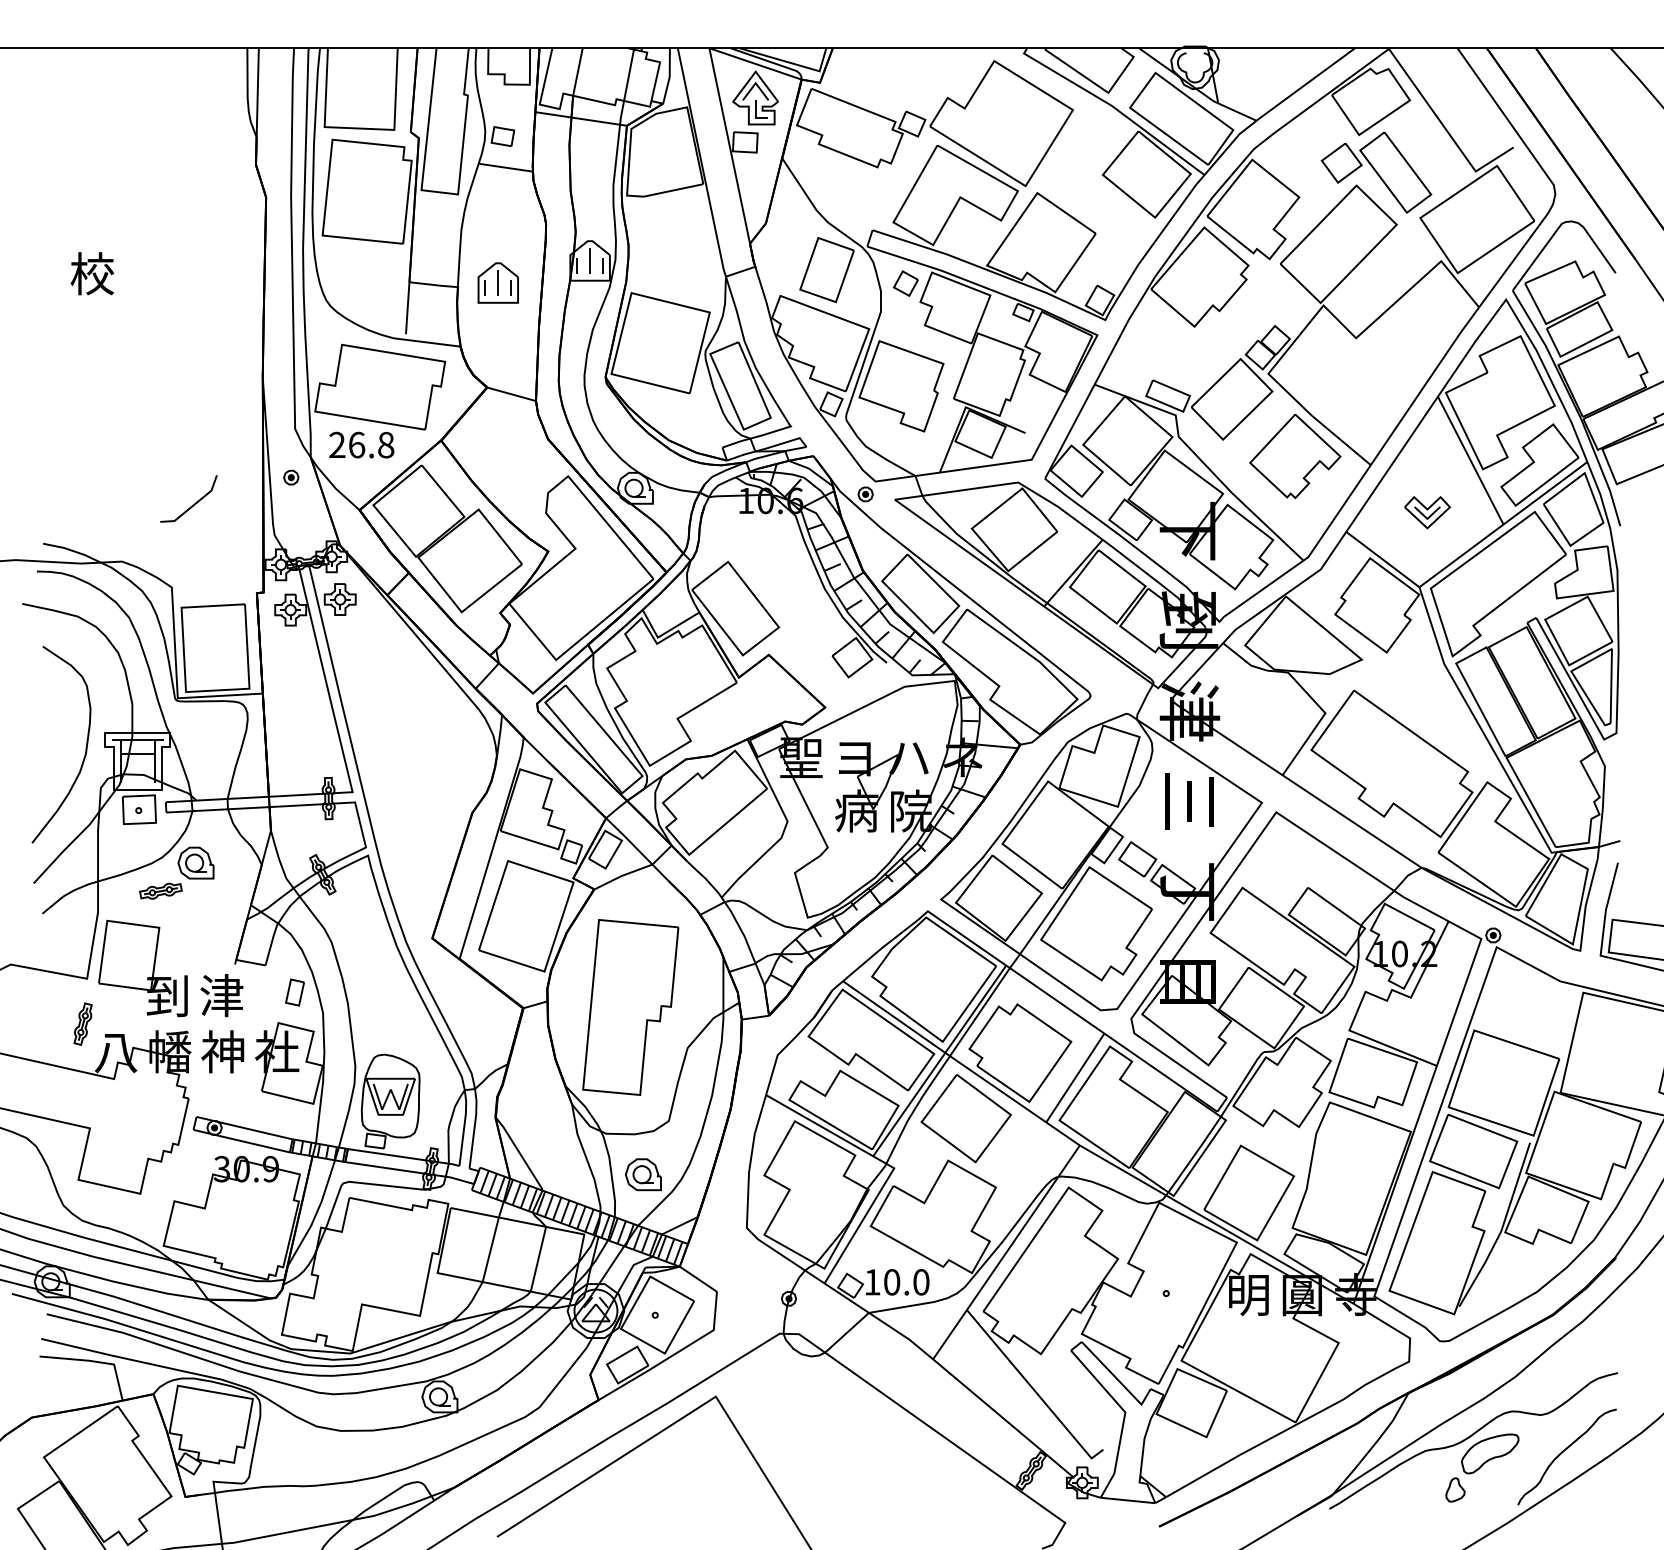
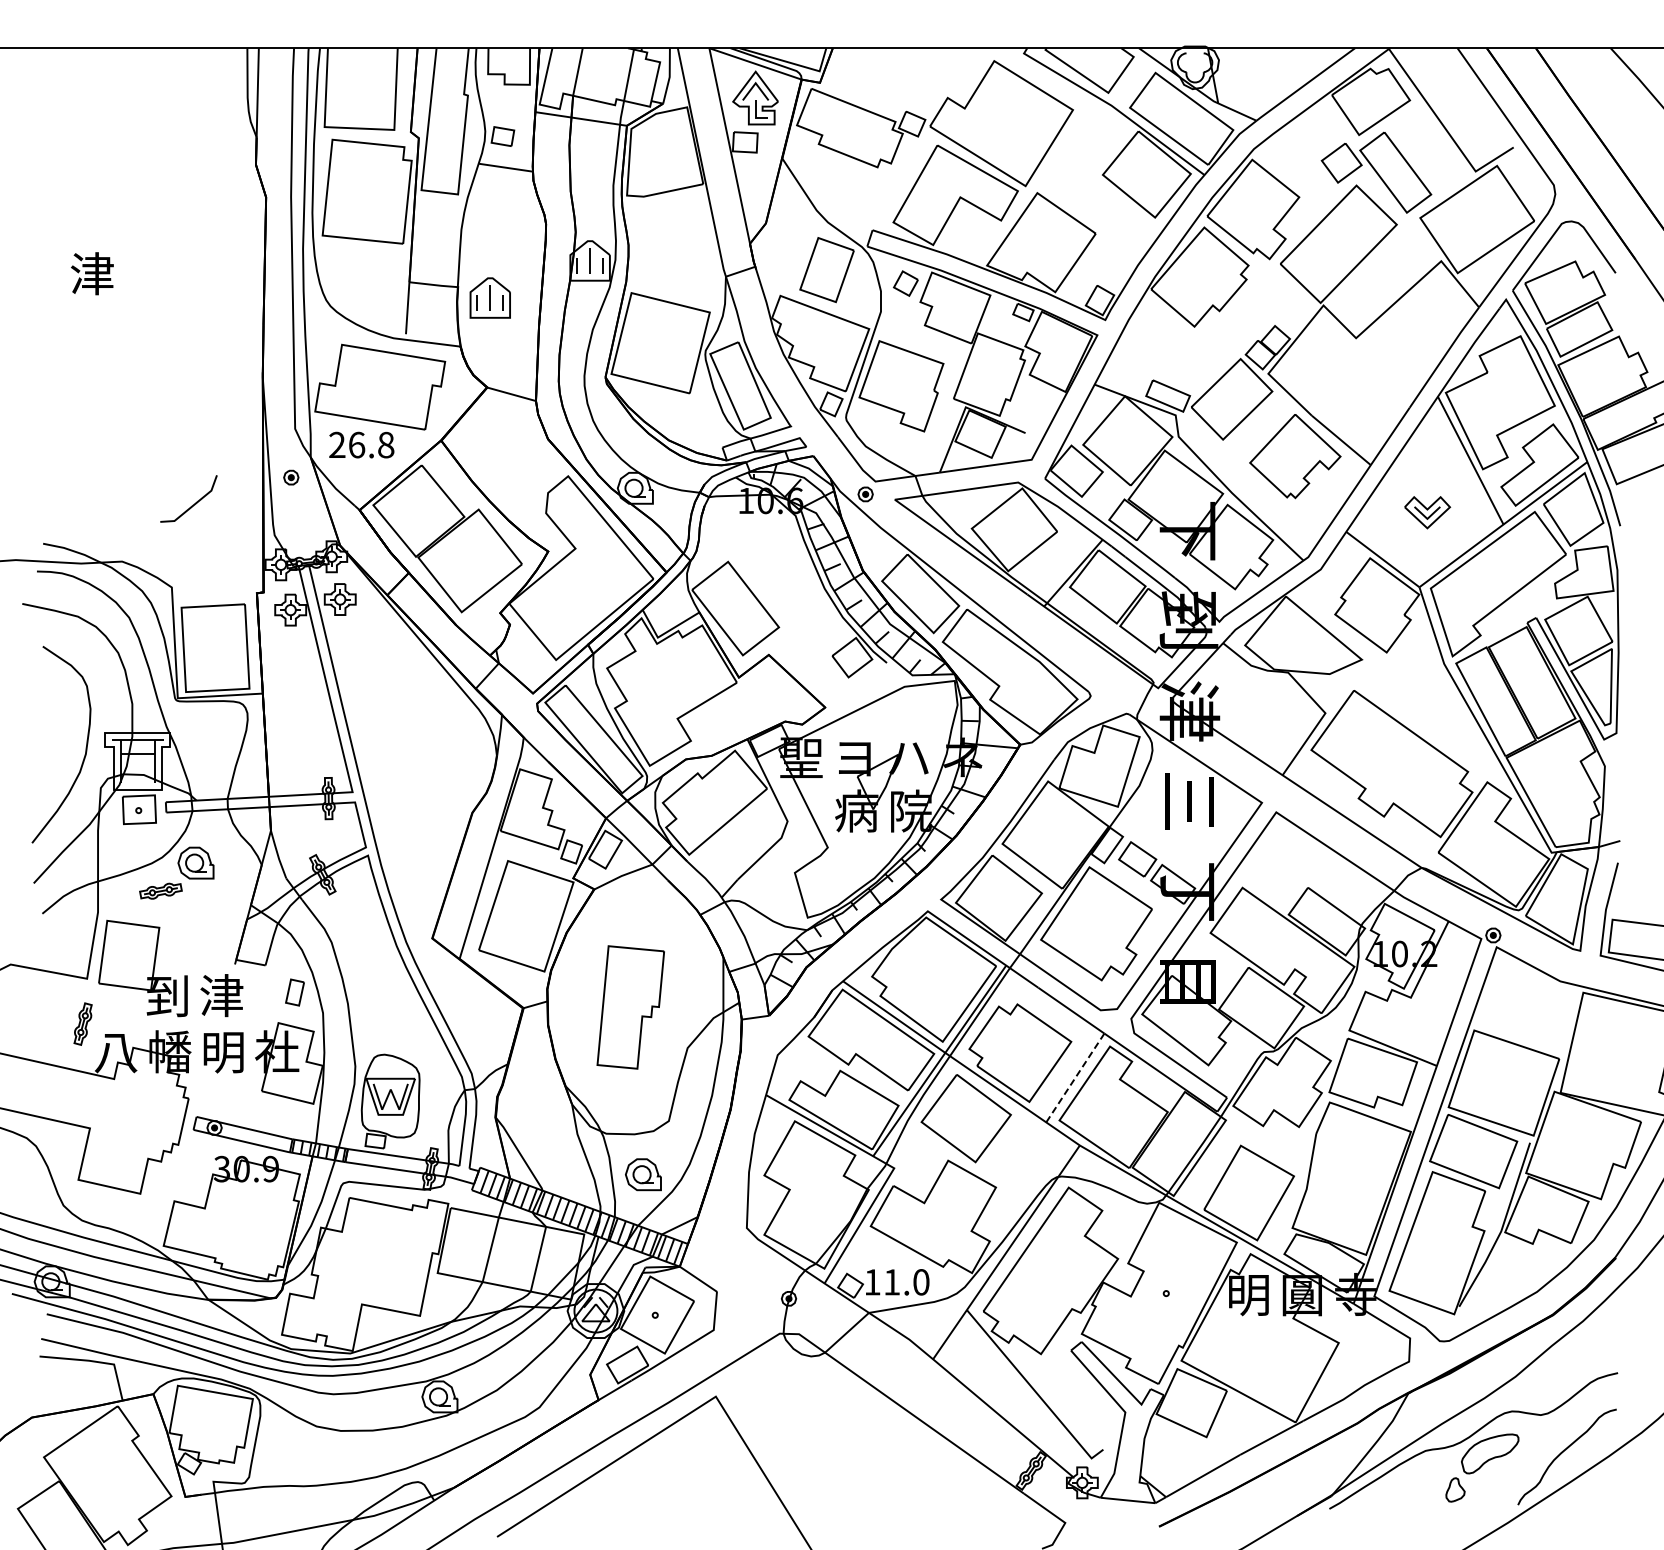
text at (92, 273): 校 -> 津
part at (497, 282) position: (497, 282) -> (489, 297)
part at (630, 1007) size: 98x177 px -> 69x125 px
text at (222, 1051): 神 -> 明
line at (1075, 1078): solid -> dashed
text at (892, 1282): 10.0 -> 11.0
